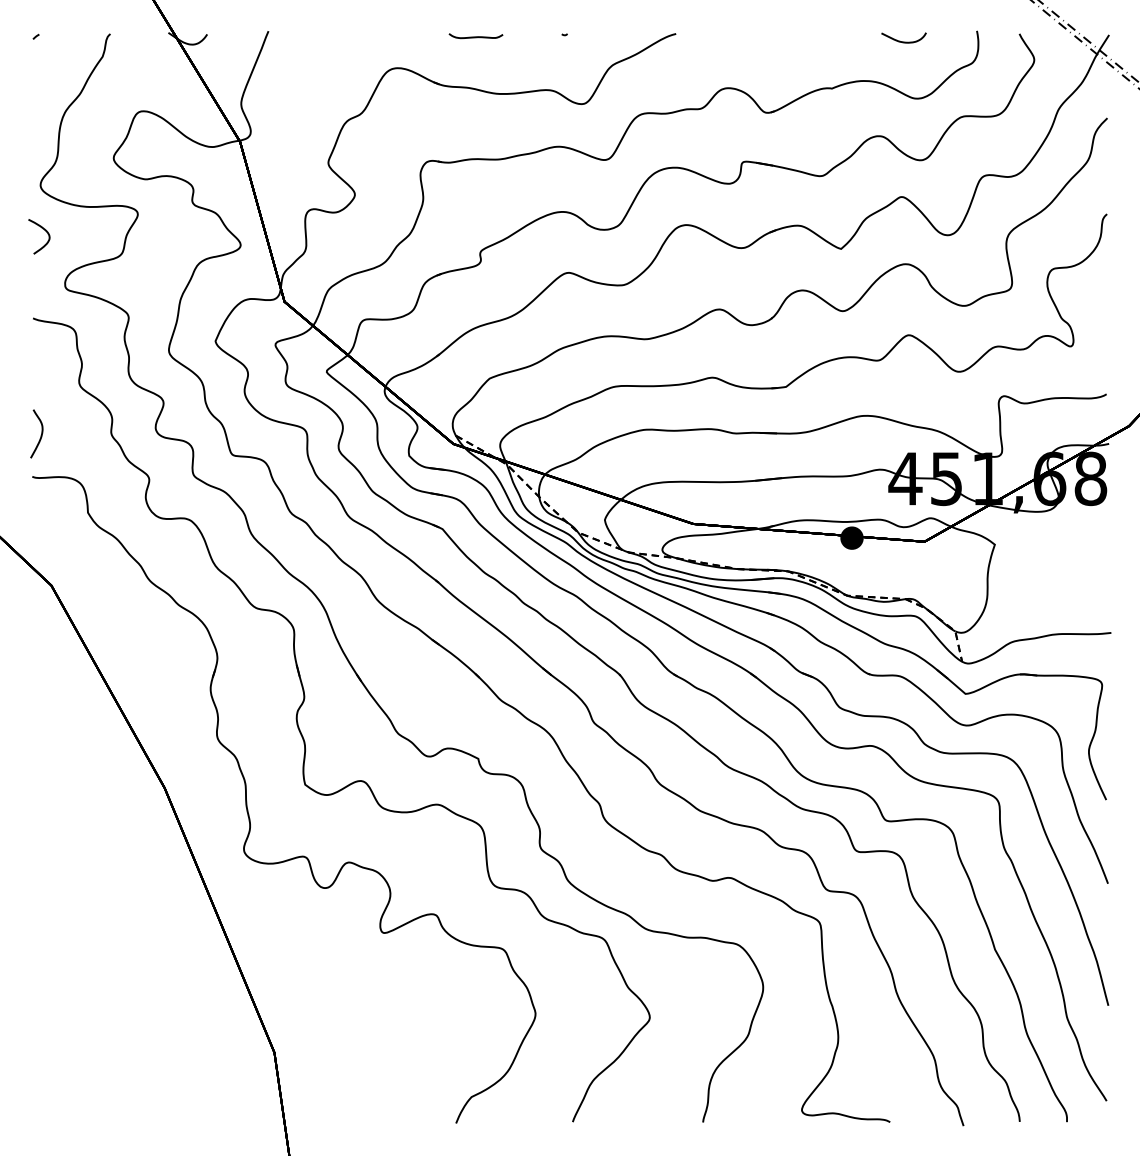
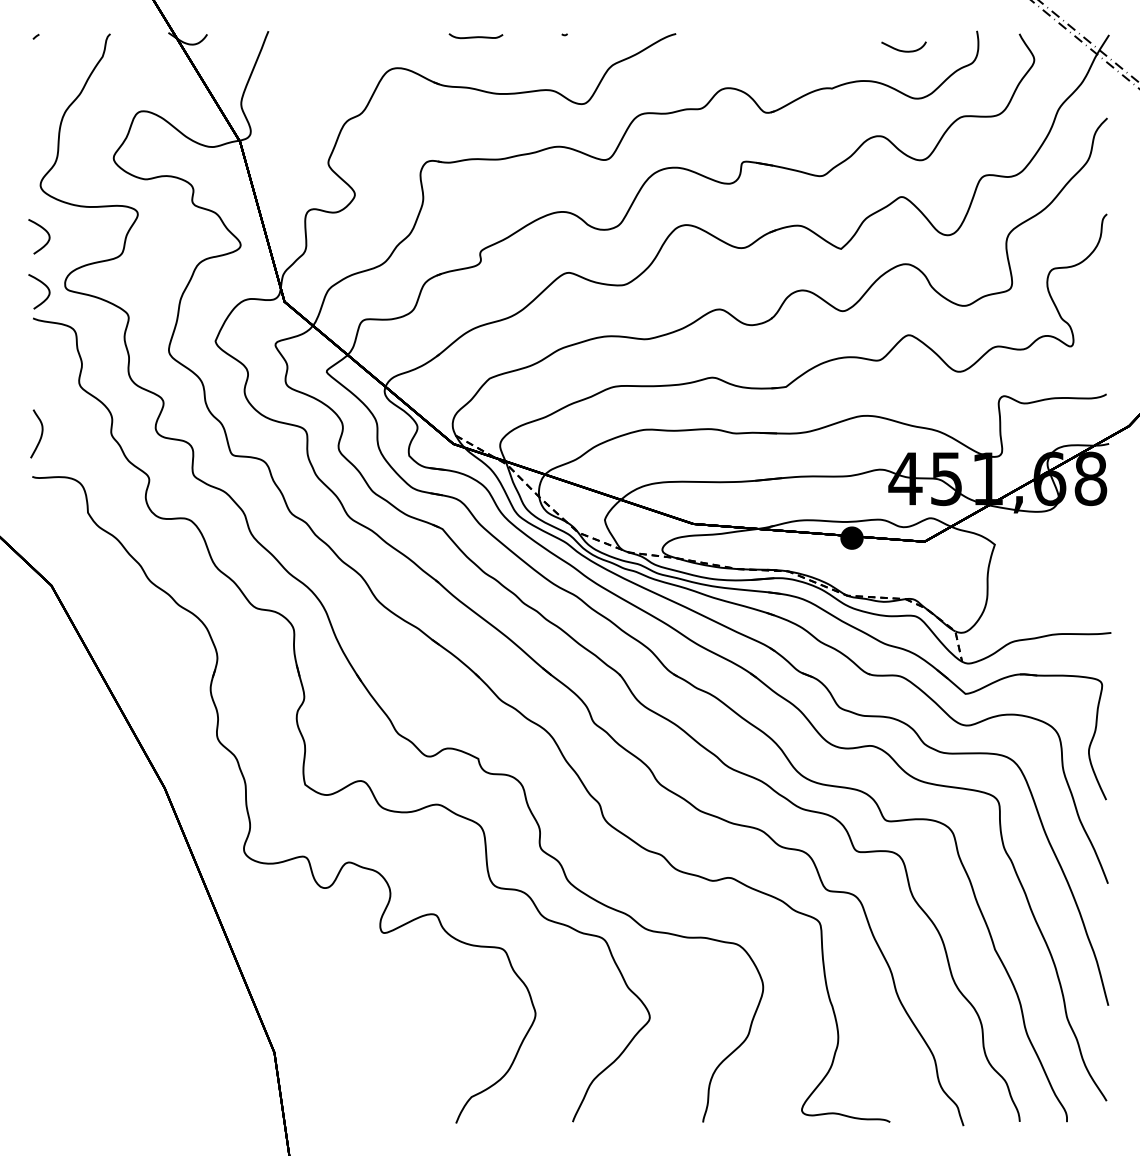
curve at (903, 41) position: (903, 41) -> (903, 50)
curve at (44, 285): none -> present
